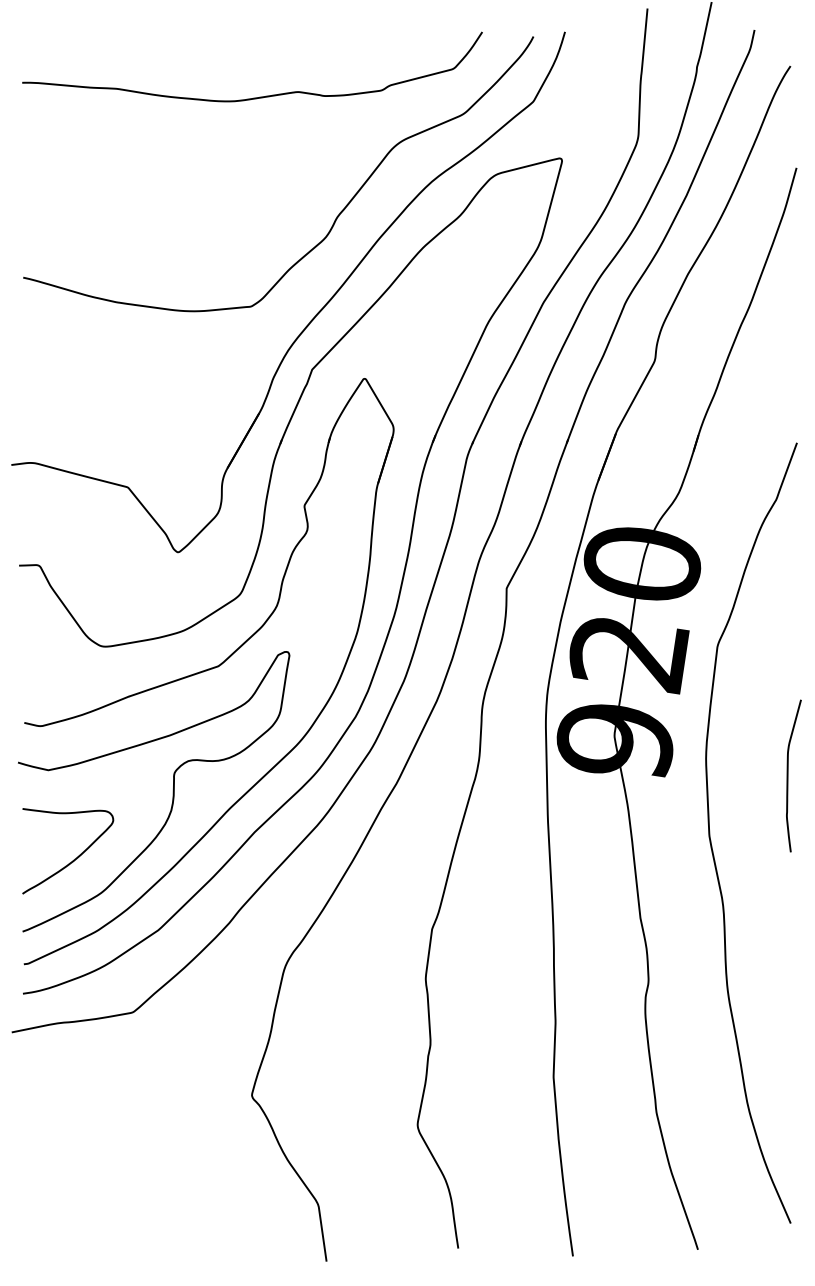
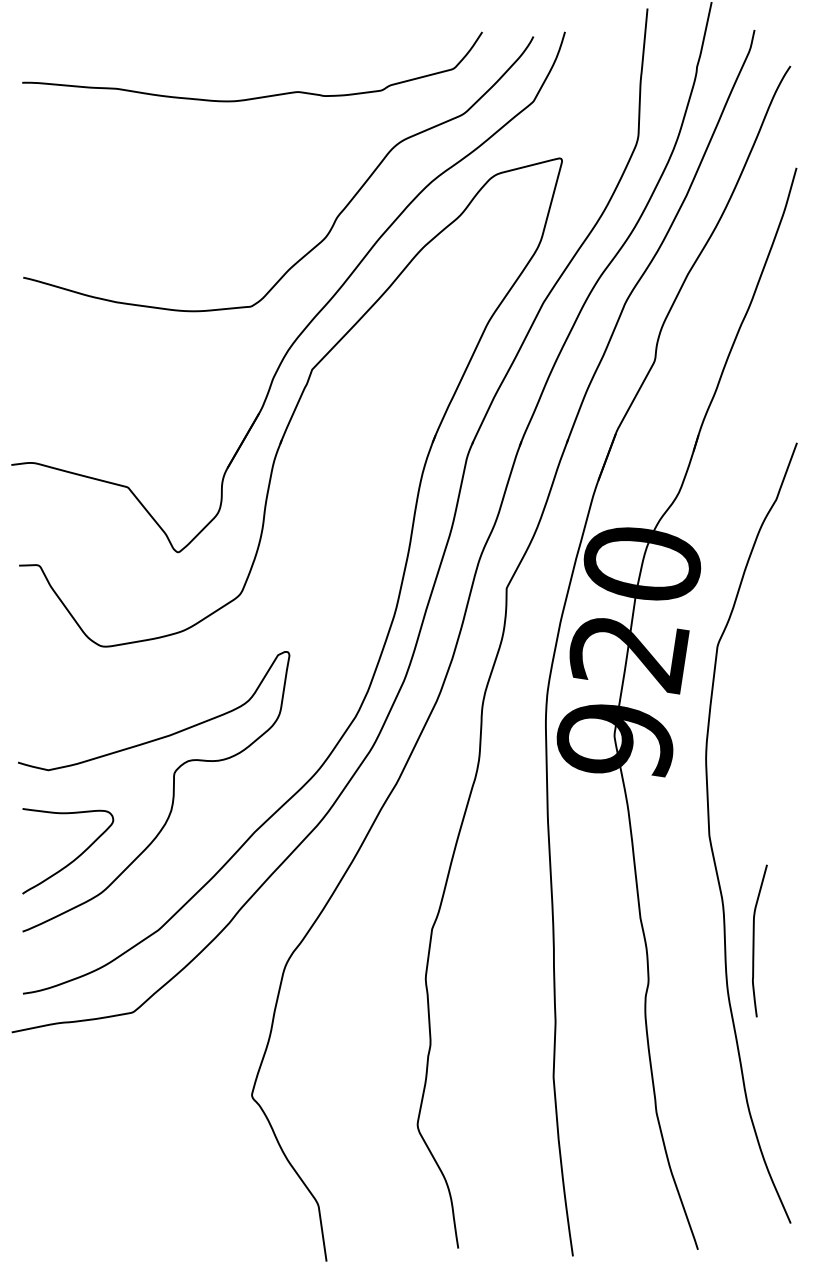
part at (208, 671): present -> none
curve at (788, 775) position: (788, 775) -> (754, 940)
